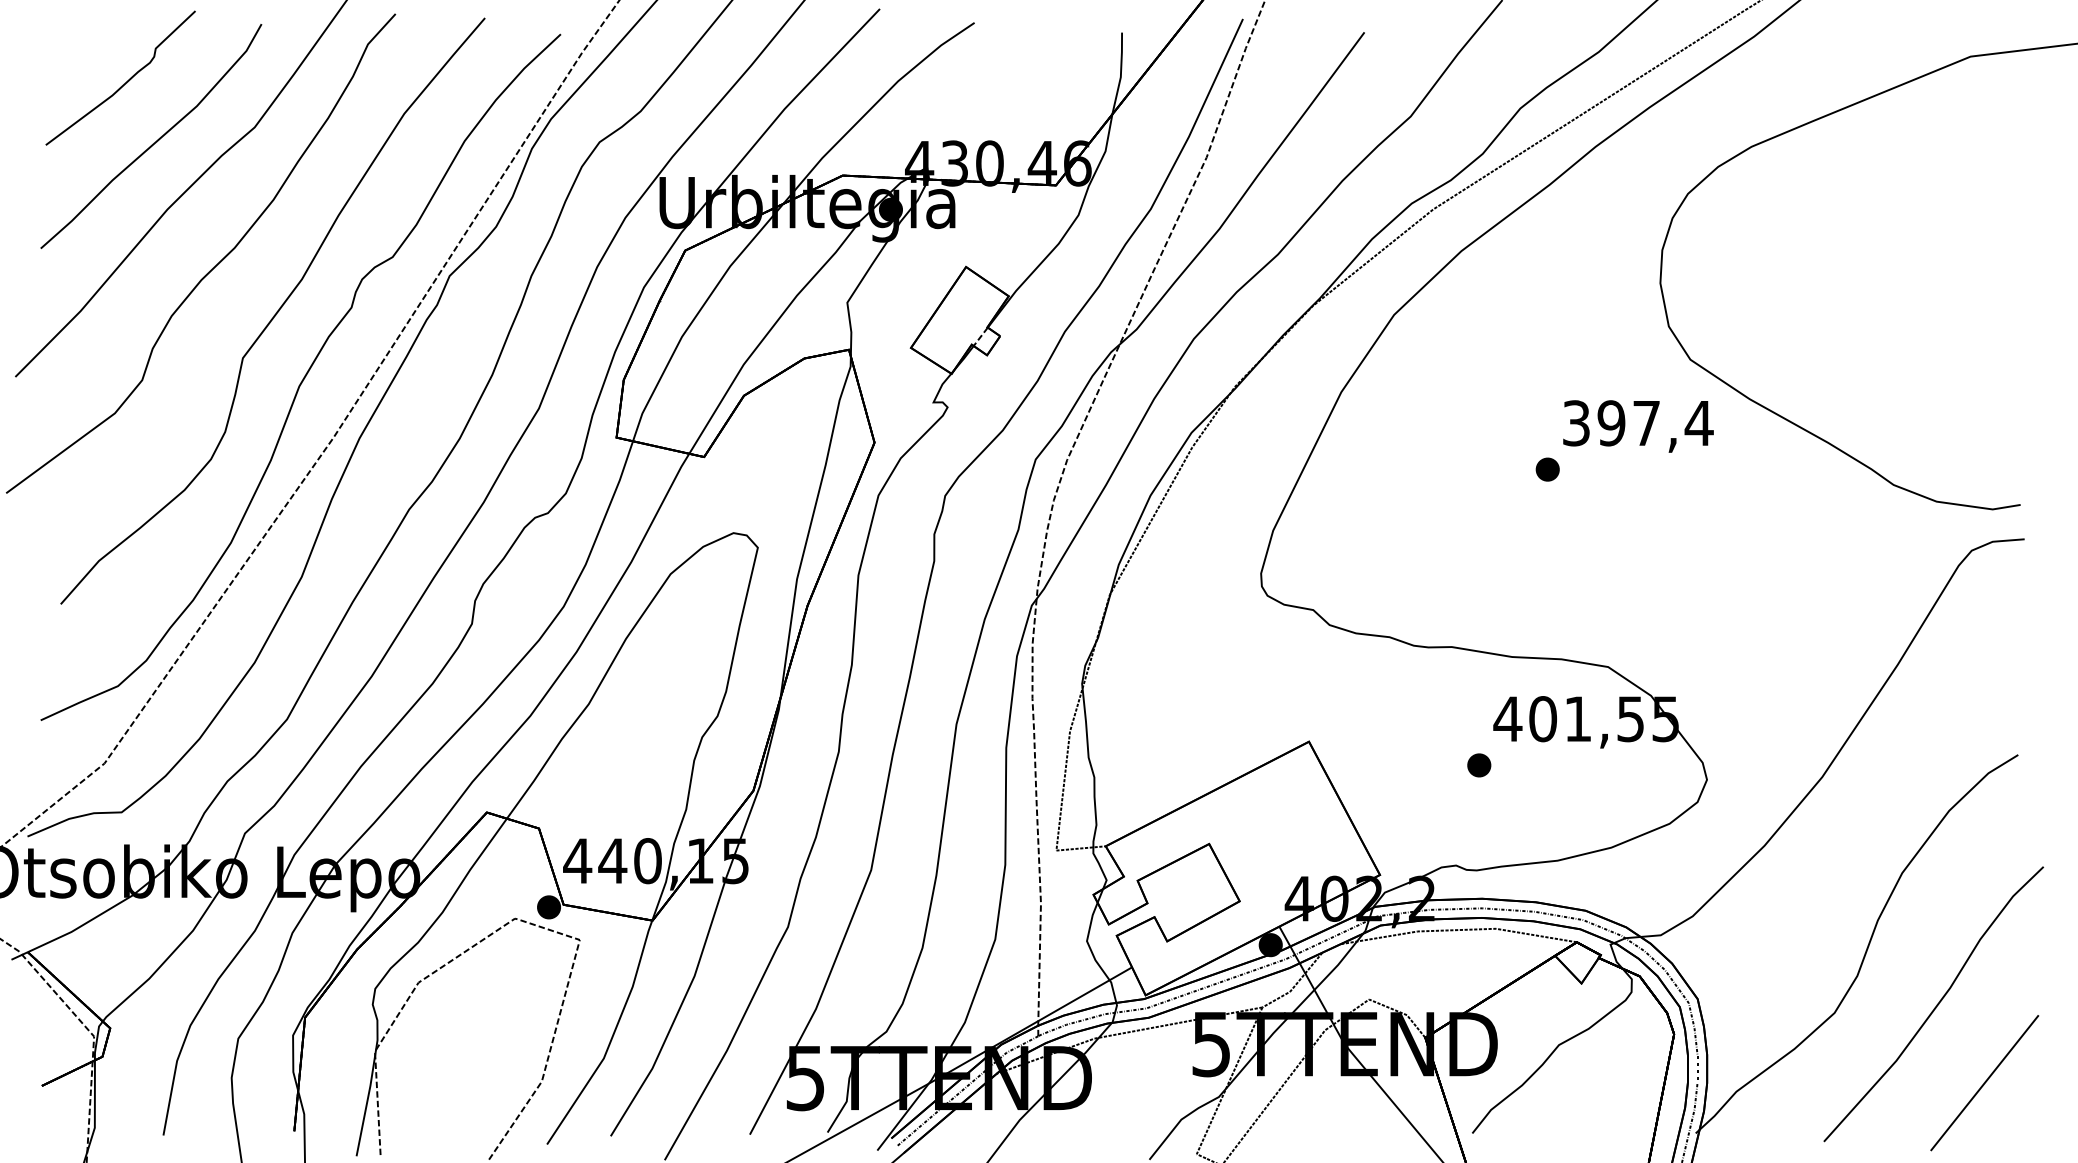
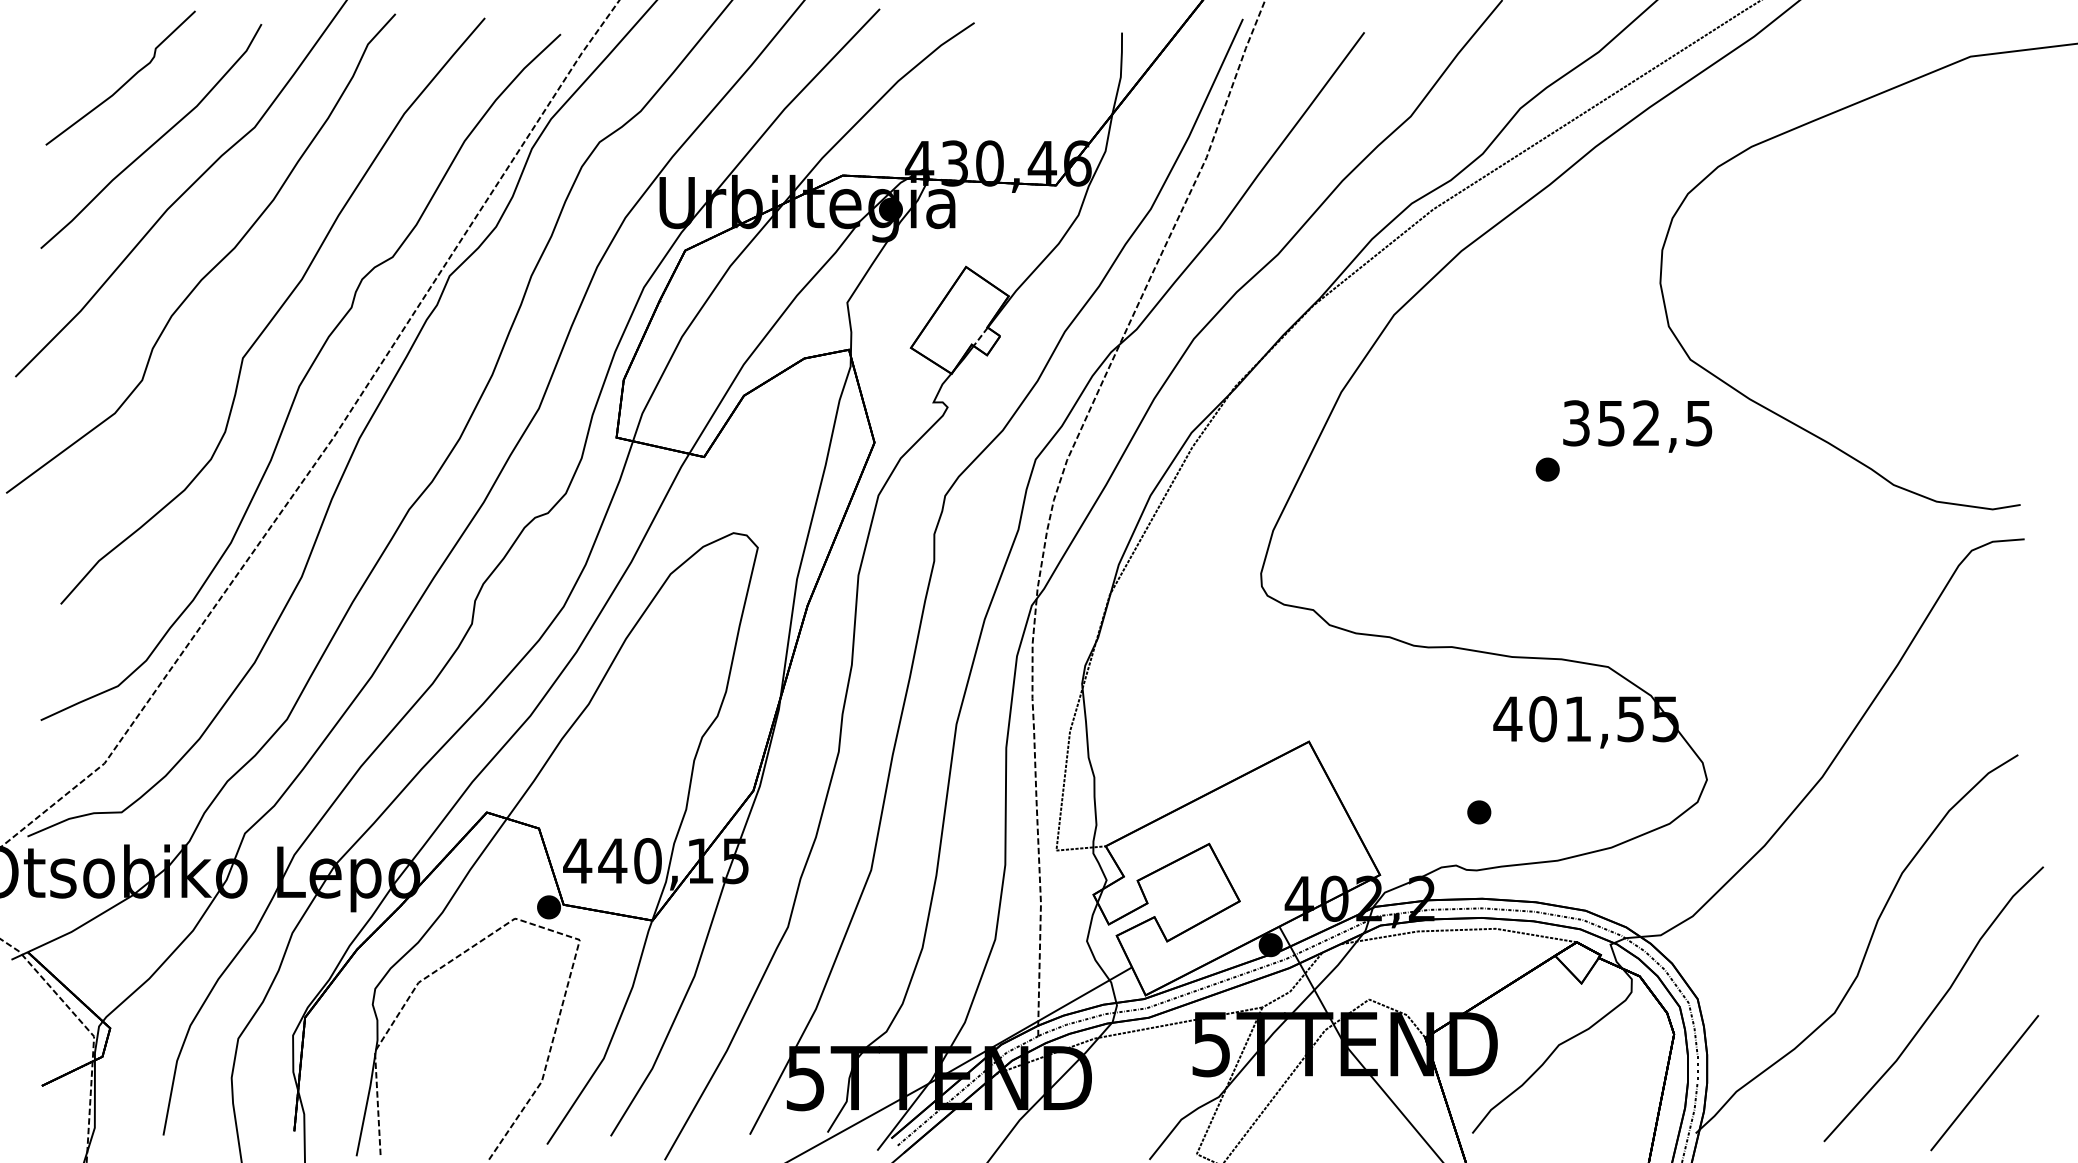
text at (1655, 423): 397,4 -> 352,5
part at (1479, 765) position: (1479, 765) -> (1479, 812)
